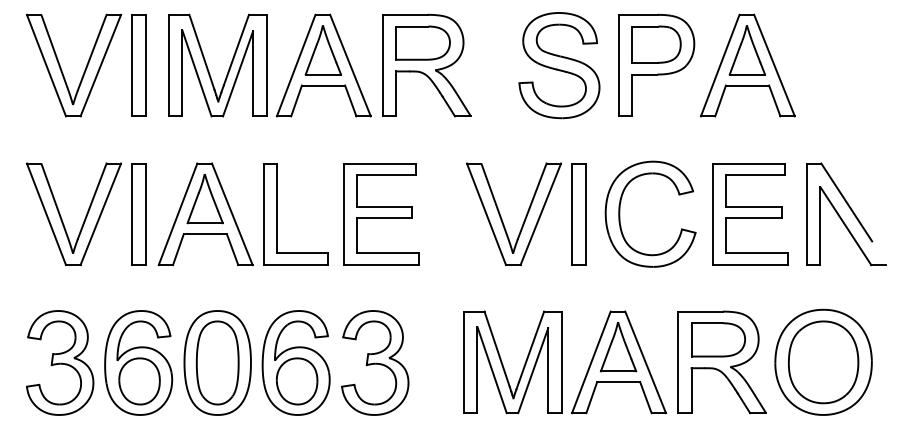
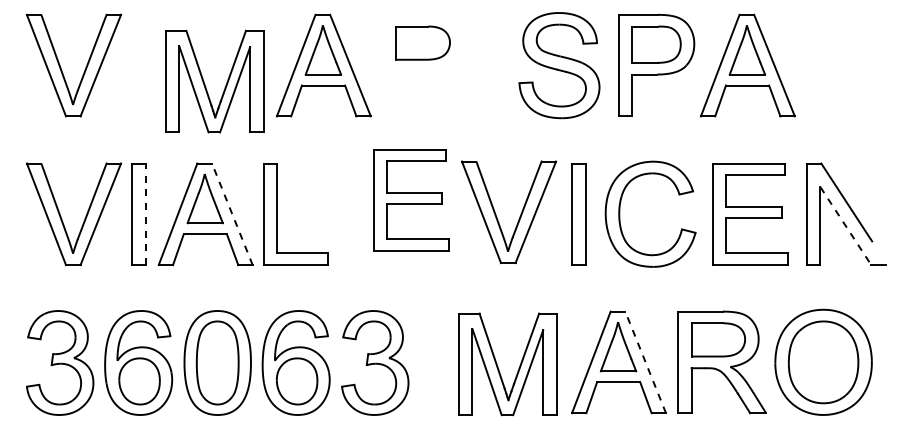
part at (138, 65): present -> none
part at (426, 65): present -> none
part at (208, 68) position: (208, 68) -> (205, 84)
line at (145, 214): solid -> dashed
line at (232, 214): solid -> dashed
part at (381, 214) position: (381, 214) -> (411, 200)
part at (524, 218) position: (524, 218) -> (519, 216)
line at (846, 226): solid -> dashed
line at (645, 362): solid -> dashed
part at (503, 364) position: (503, 364) -> (498, 366)
